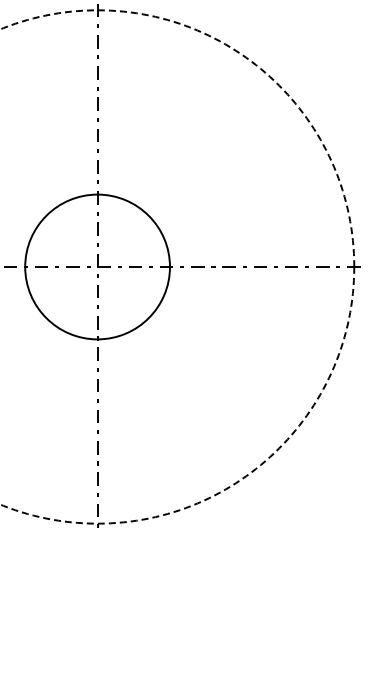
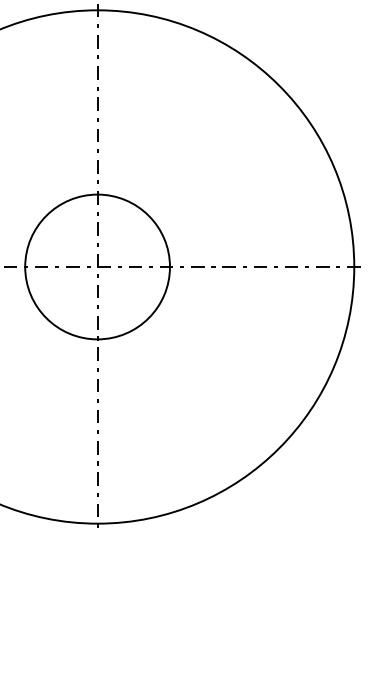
circle at (177, 266): dashed -> solid
